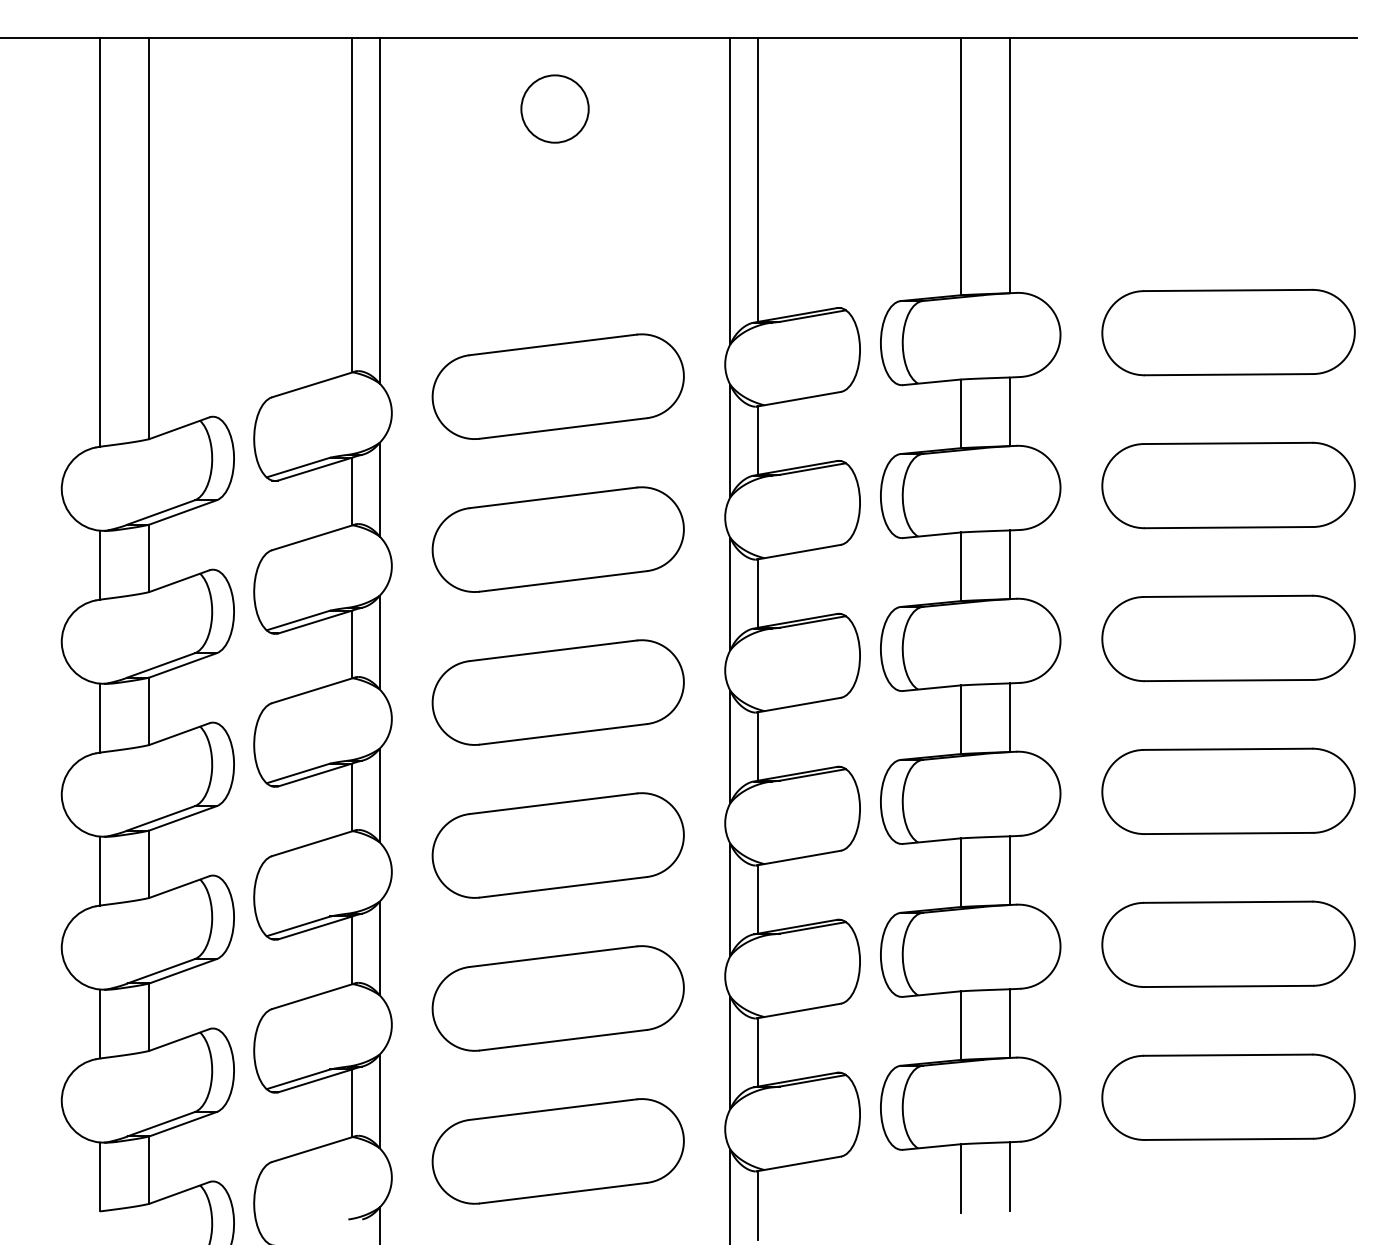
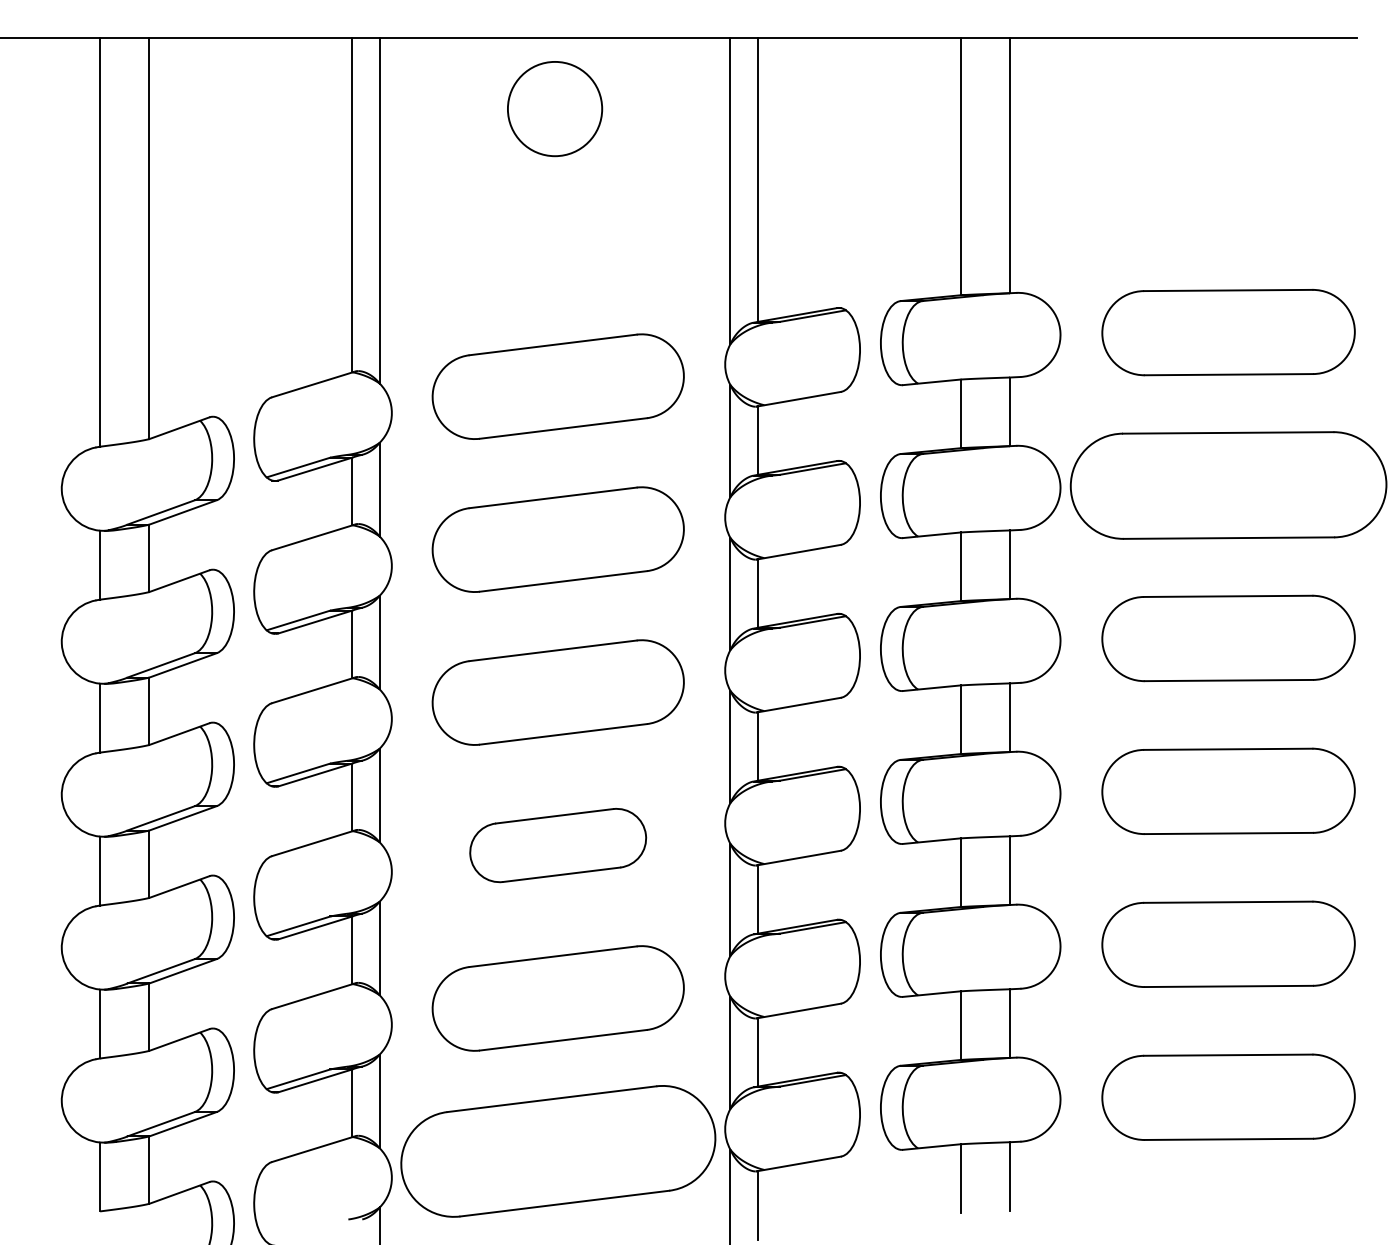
circle at (554, 108) diameter: 67 px -> 94 px
part at (1228, 485) size: 255x89 px -> 319x109 px
part at (557, 845) size: 254x107 px -> 179x76 px
part at (557, 1151) size: 254x107 px -> 317x133 px
